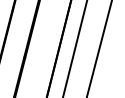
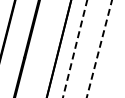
line at (75, 48): solid -> dashed
line at (99, 49): solid -> dashed
